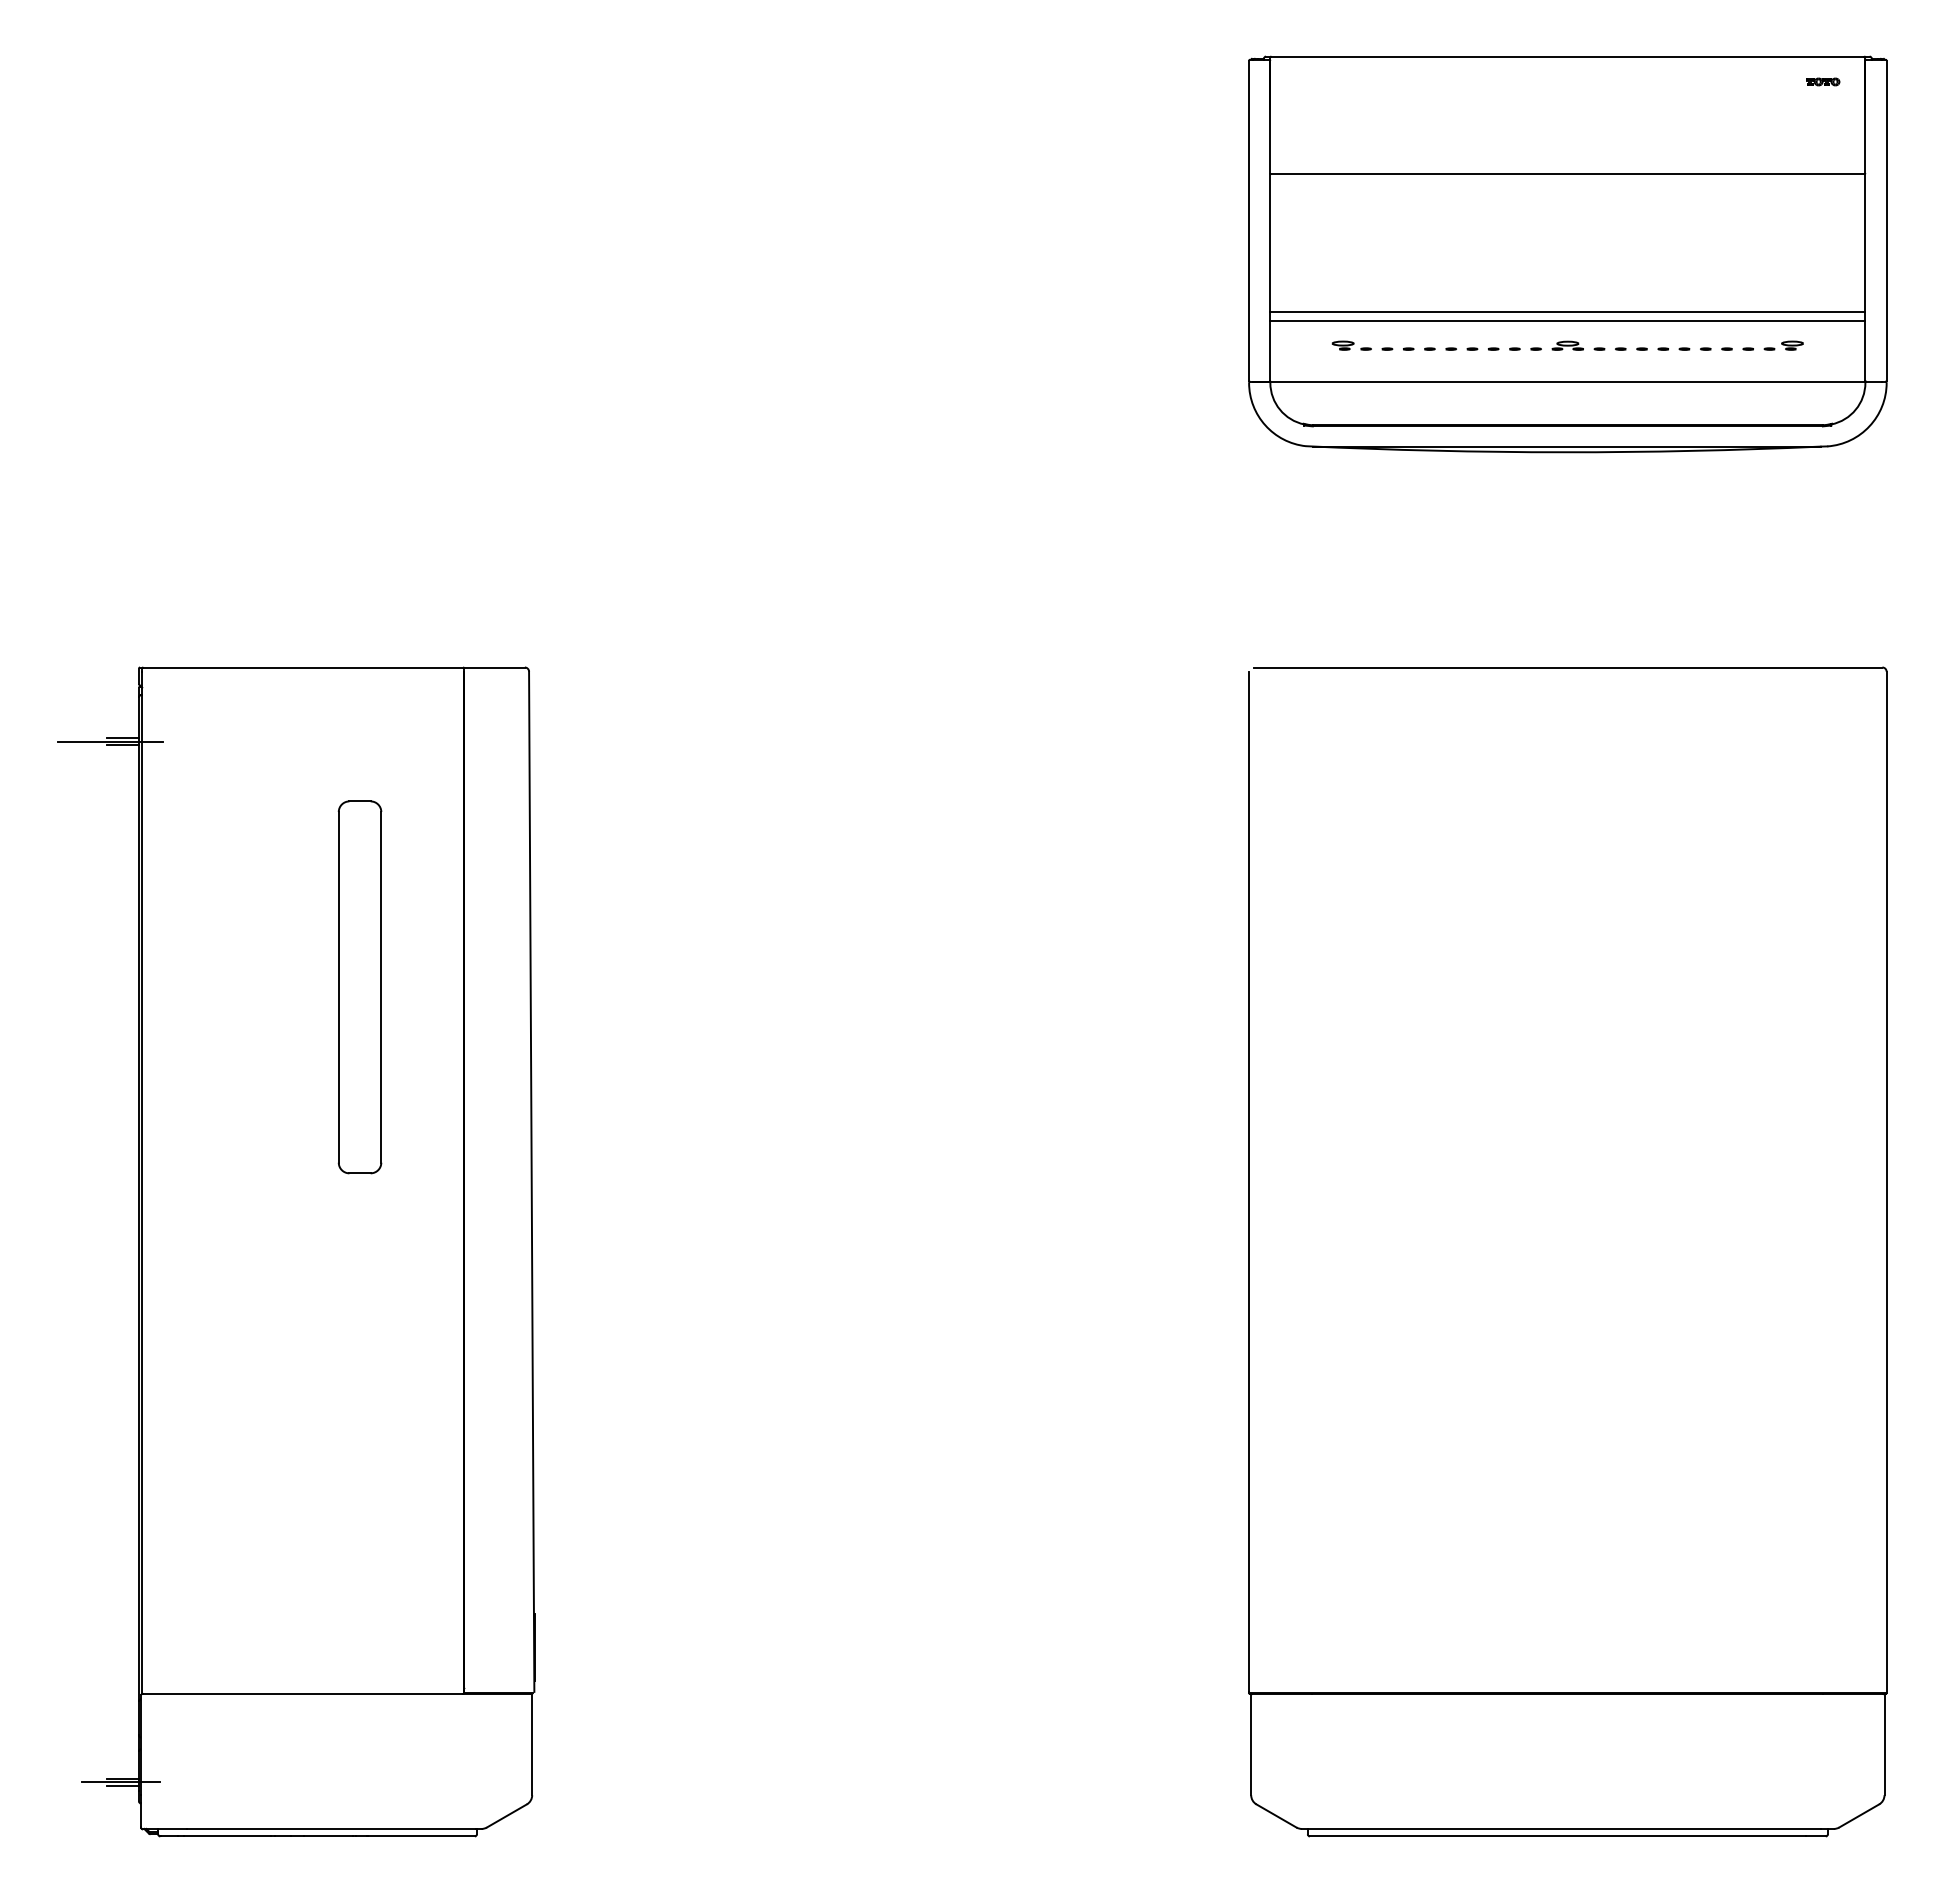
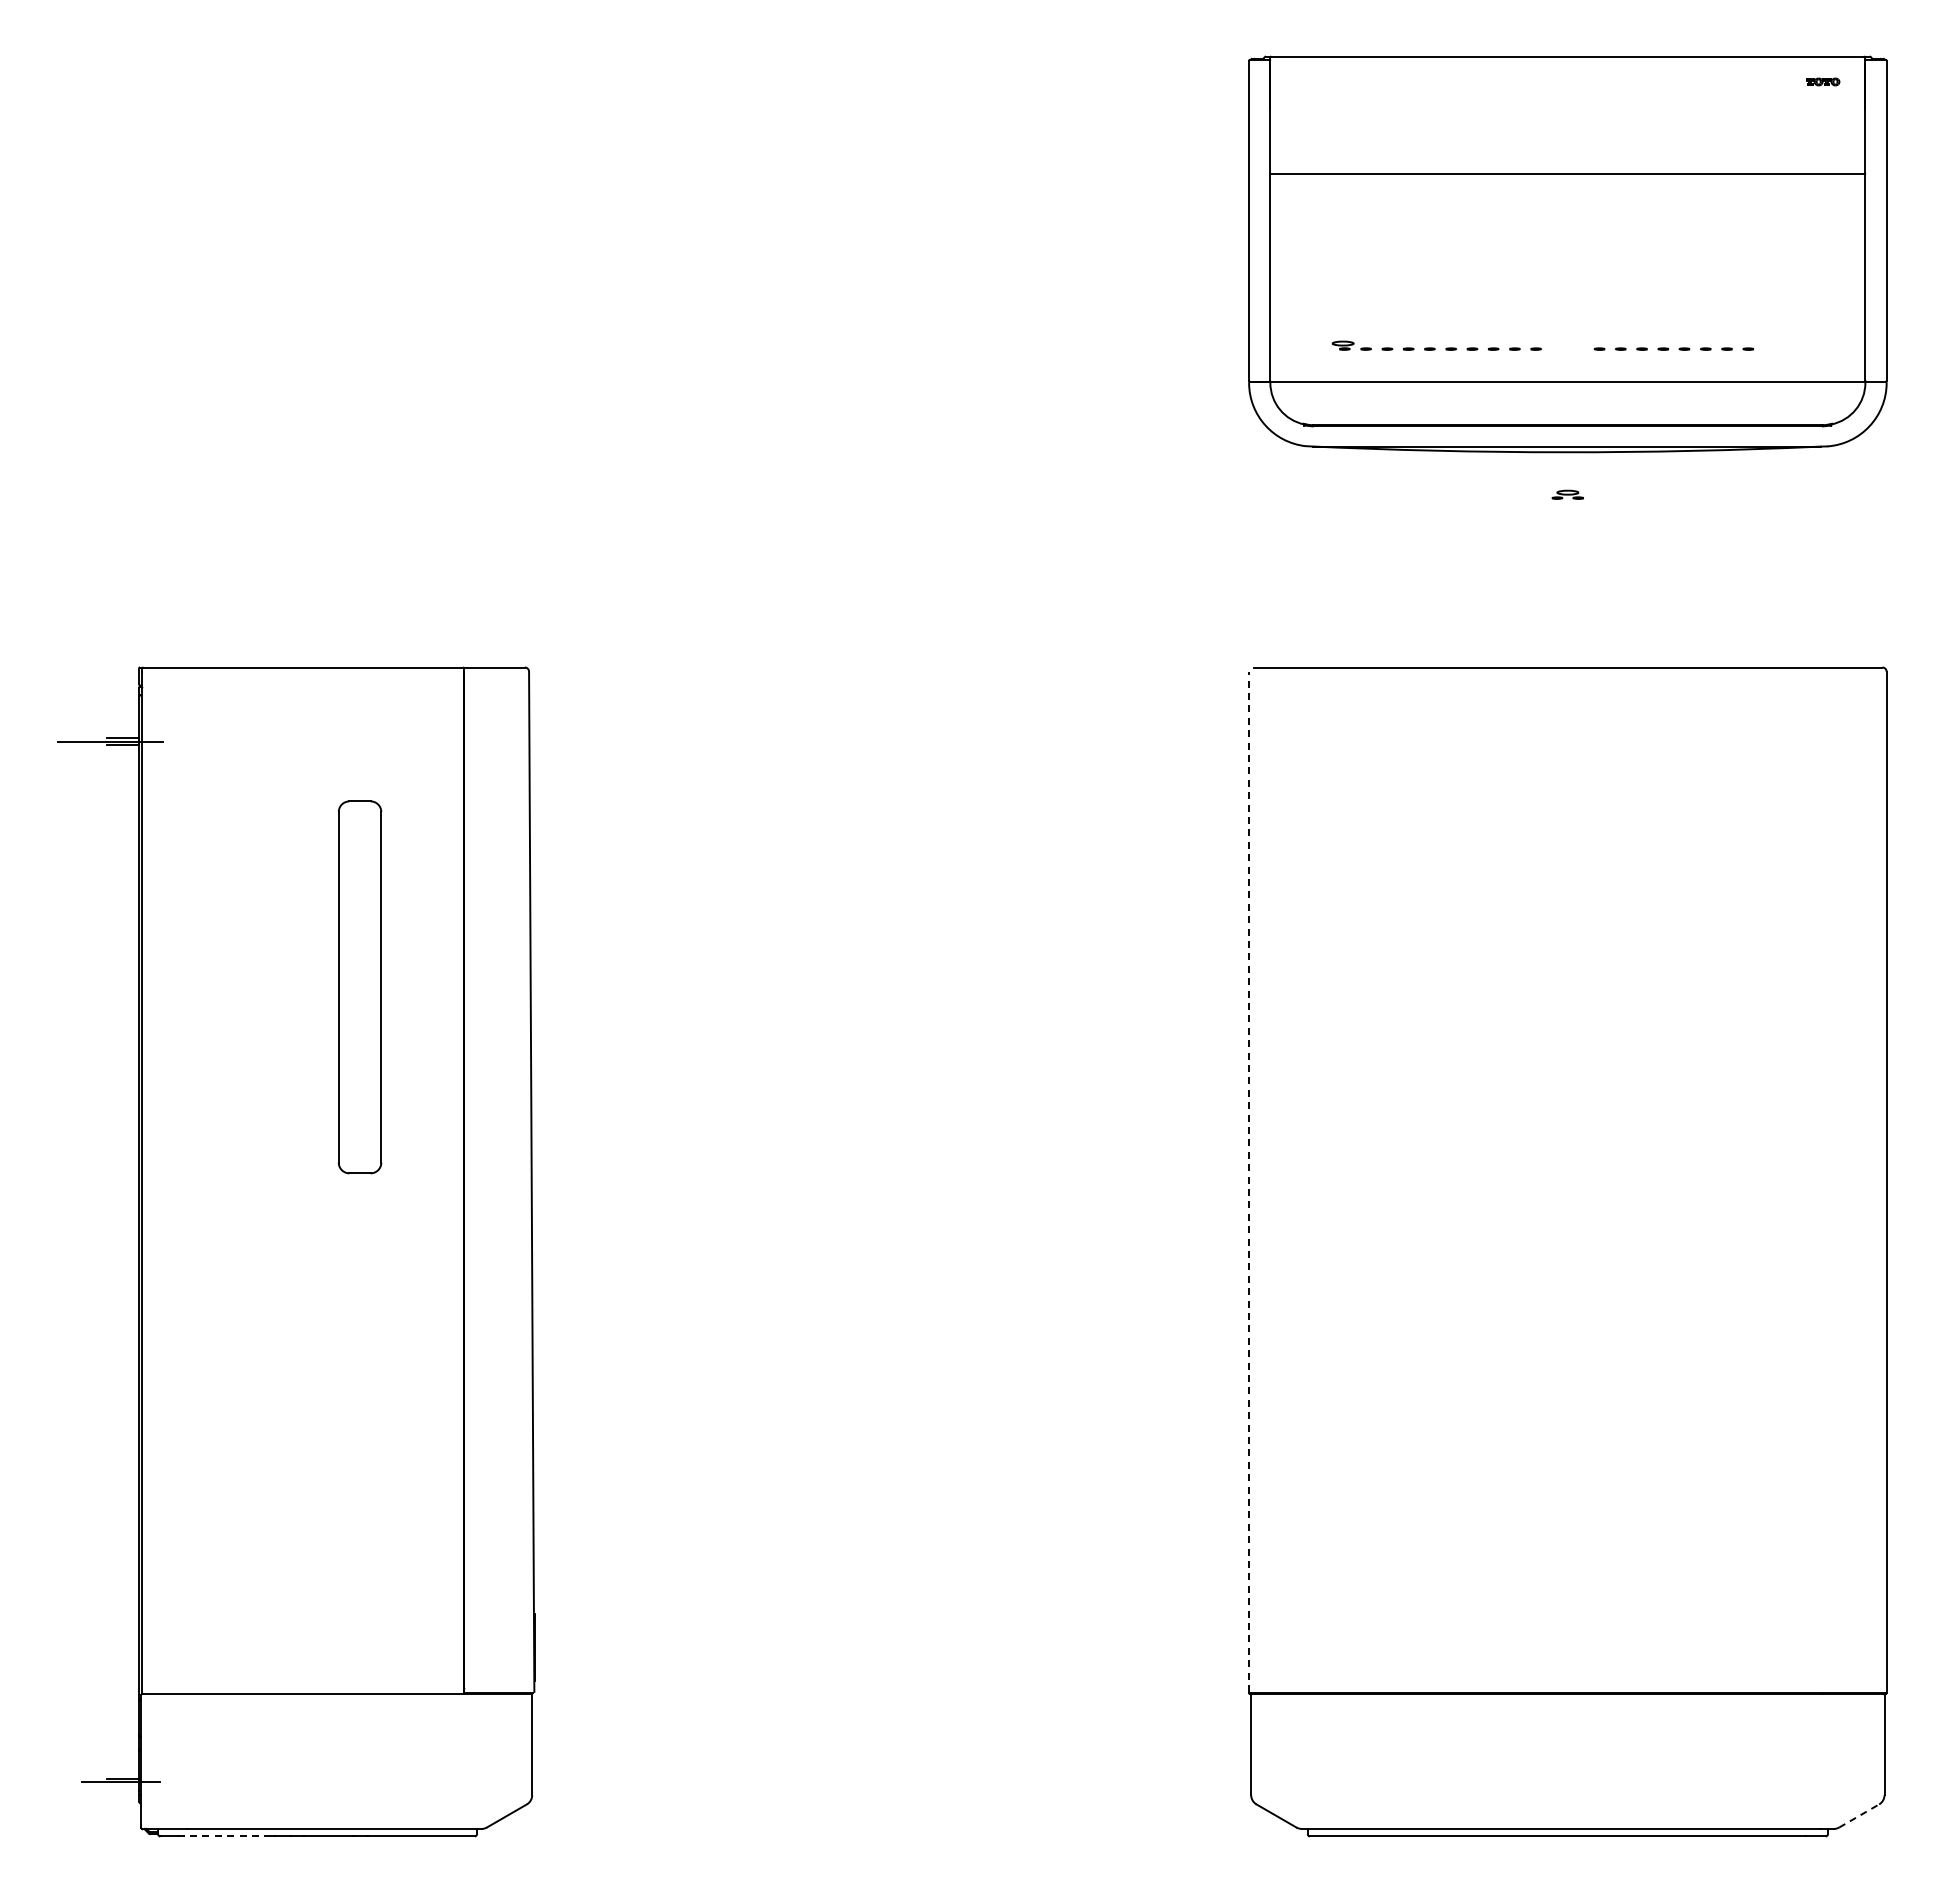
line at (1567, 312): present -> none
line at (1567, 321): present -> none
part at (1567, 345) position: (1567, 345) -> (1567, 494)
part at (1783, 345): present -> none
line at (1249, 1181): solid -> dashed
line at (122, 1785): present -> none
line at (1859, 1815): solid -> dashed
line at (227, 1836): solid -> dashed
